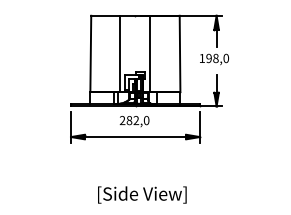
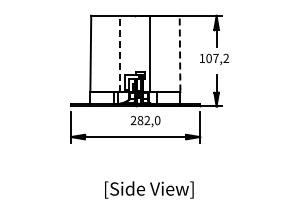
line at (120, 53): solid -> dashed
line at (180, 53): solid -> dashed
text at (217, 58): 198,0 -> 107,2
text at (134, 121) position: (134, 121) -> (145, 121)
text at (142, 194) position: (142, 194) -> (149, 189)
